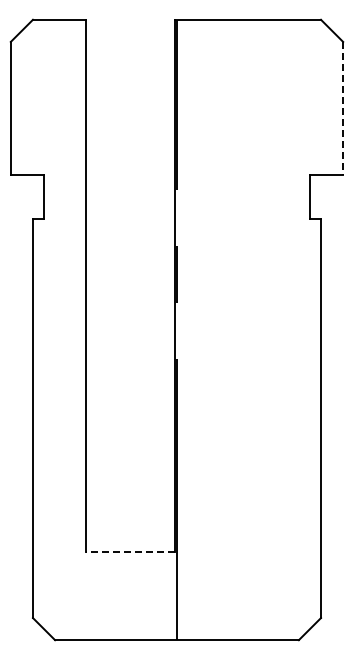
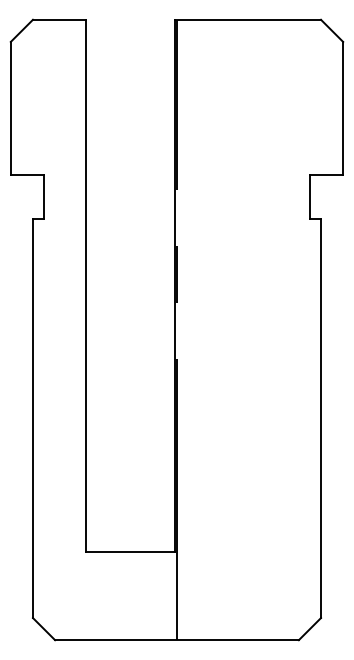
line at (343, 108): dashed -> solid
line at (129, 551): dashed -> solid
